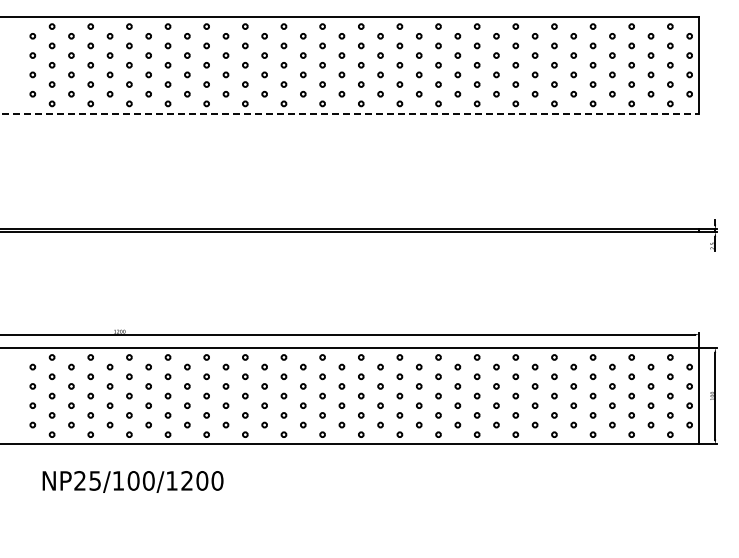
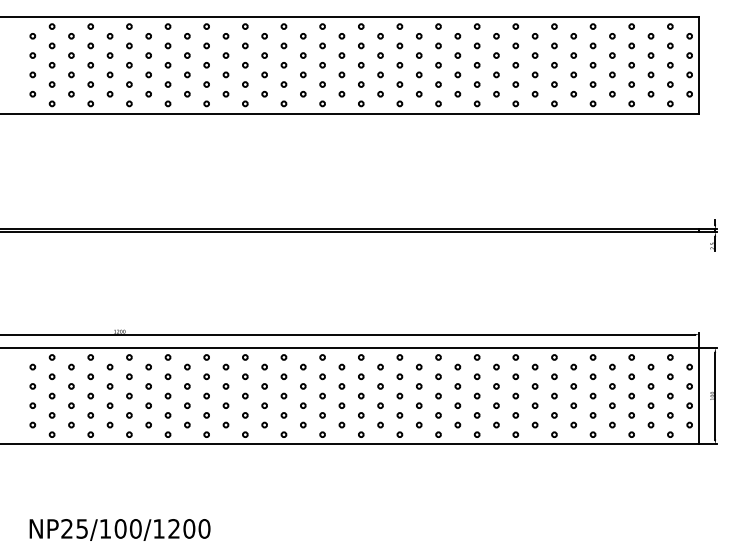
line at (350, 113): dashed -> solid
text at (132, 481) position: (132, 481) -> (119, 529)
